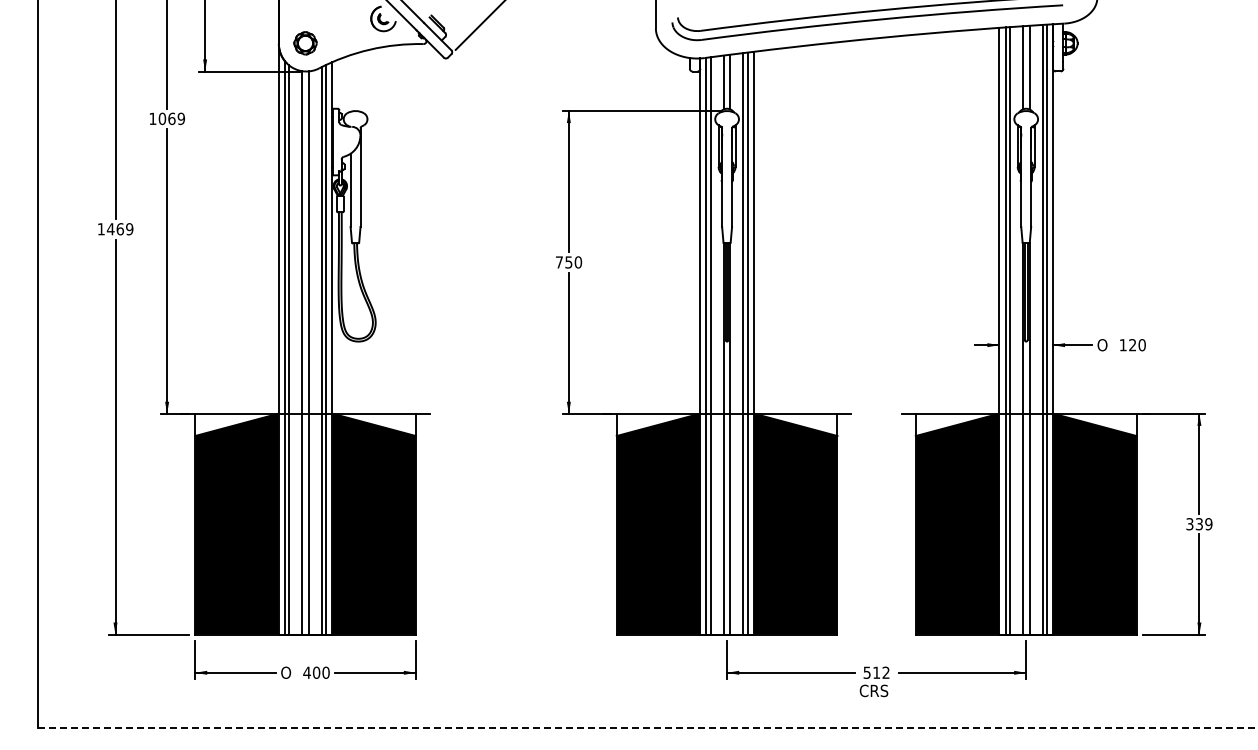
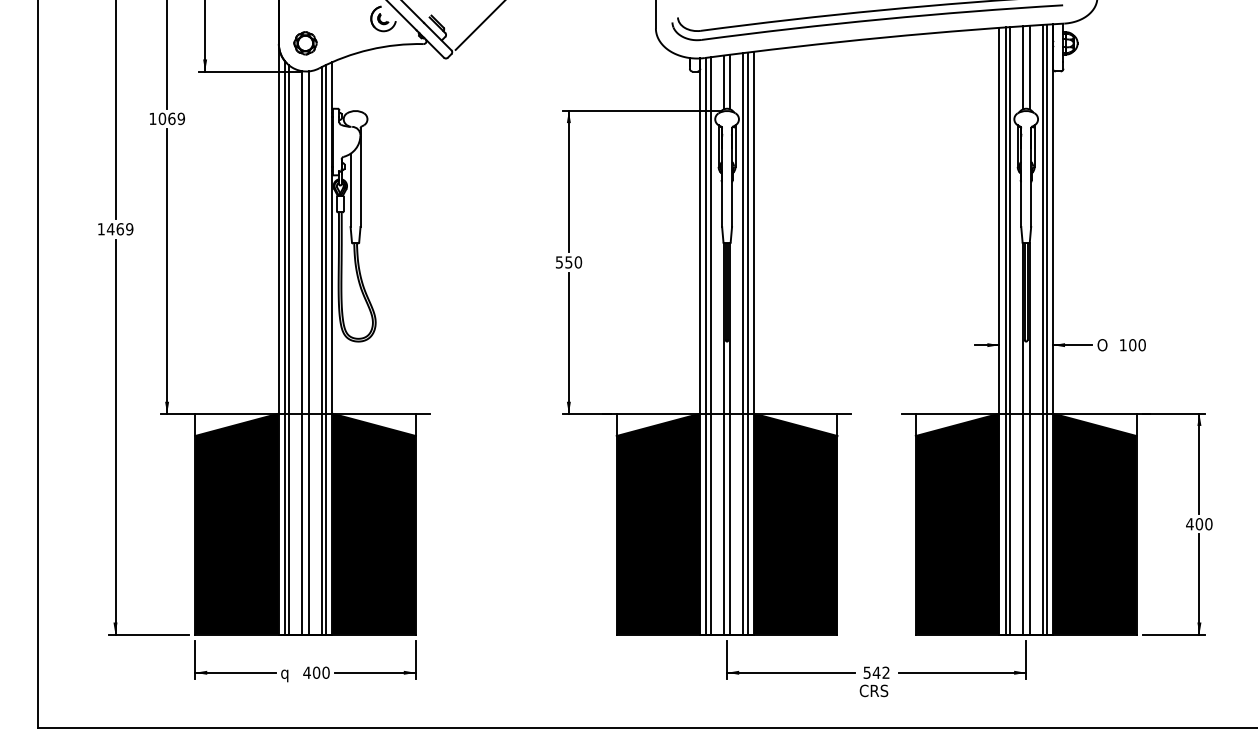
text at (558, 262): 750 -> 550
text at (1132, 345): 120 -> 100
text at (1199, 524): 339 -> 400
text at (876, 672): 512 -> 542
text at (286, 674): O -> q
line at (647, 727): dashed -> solid
